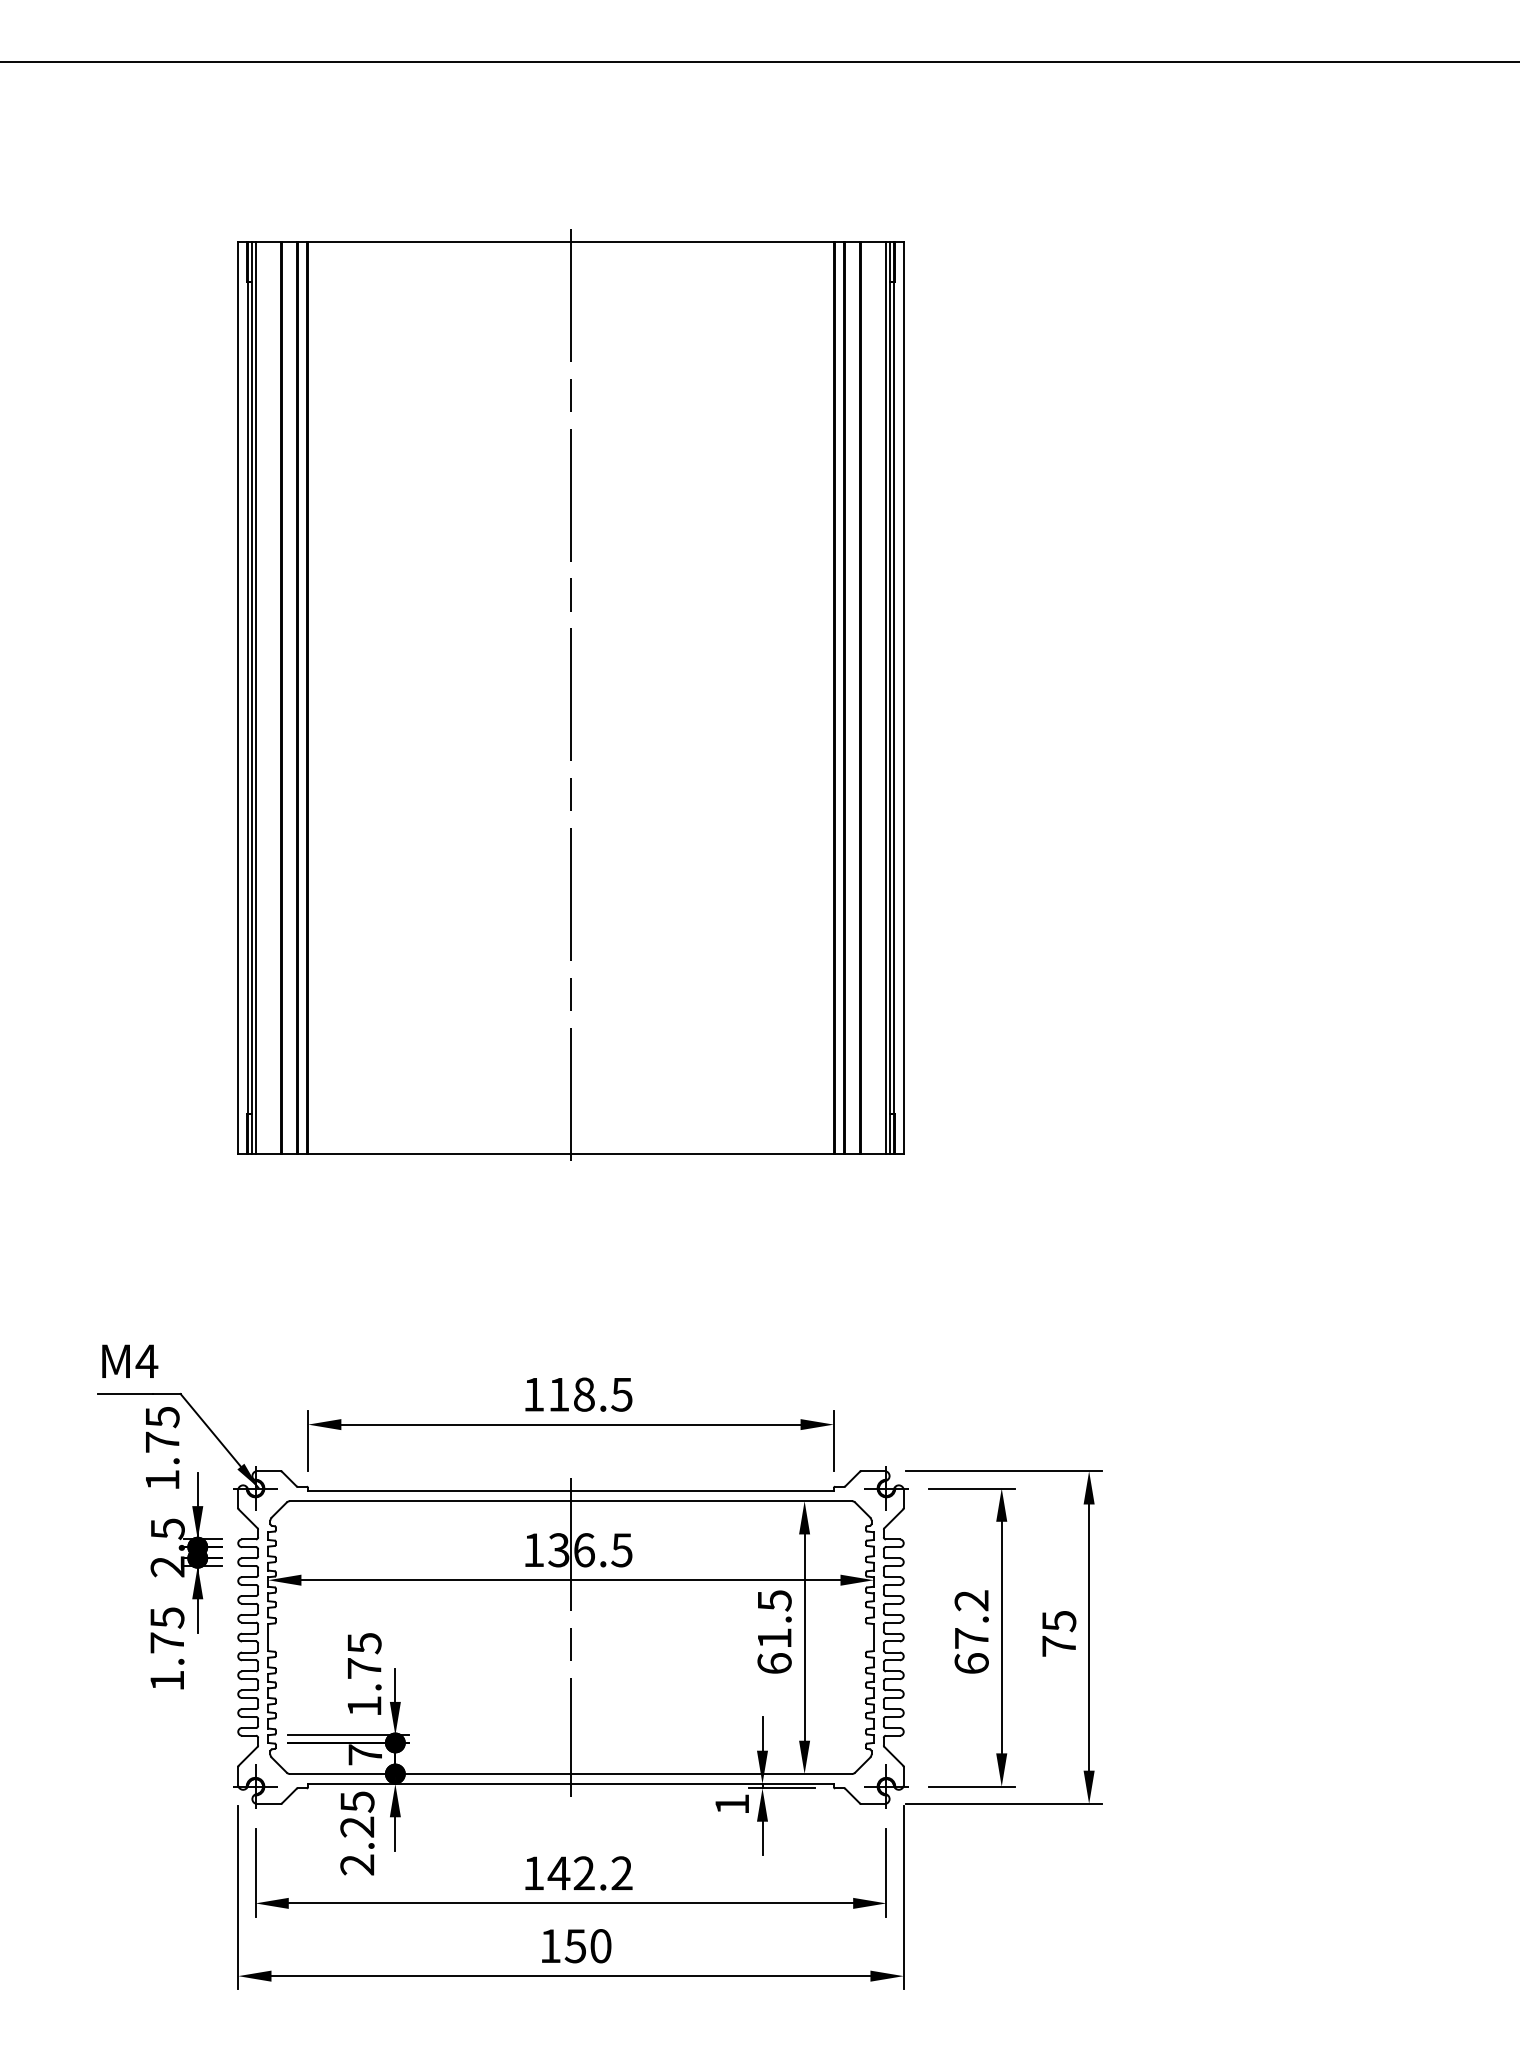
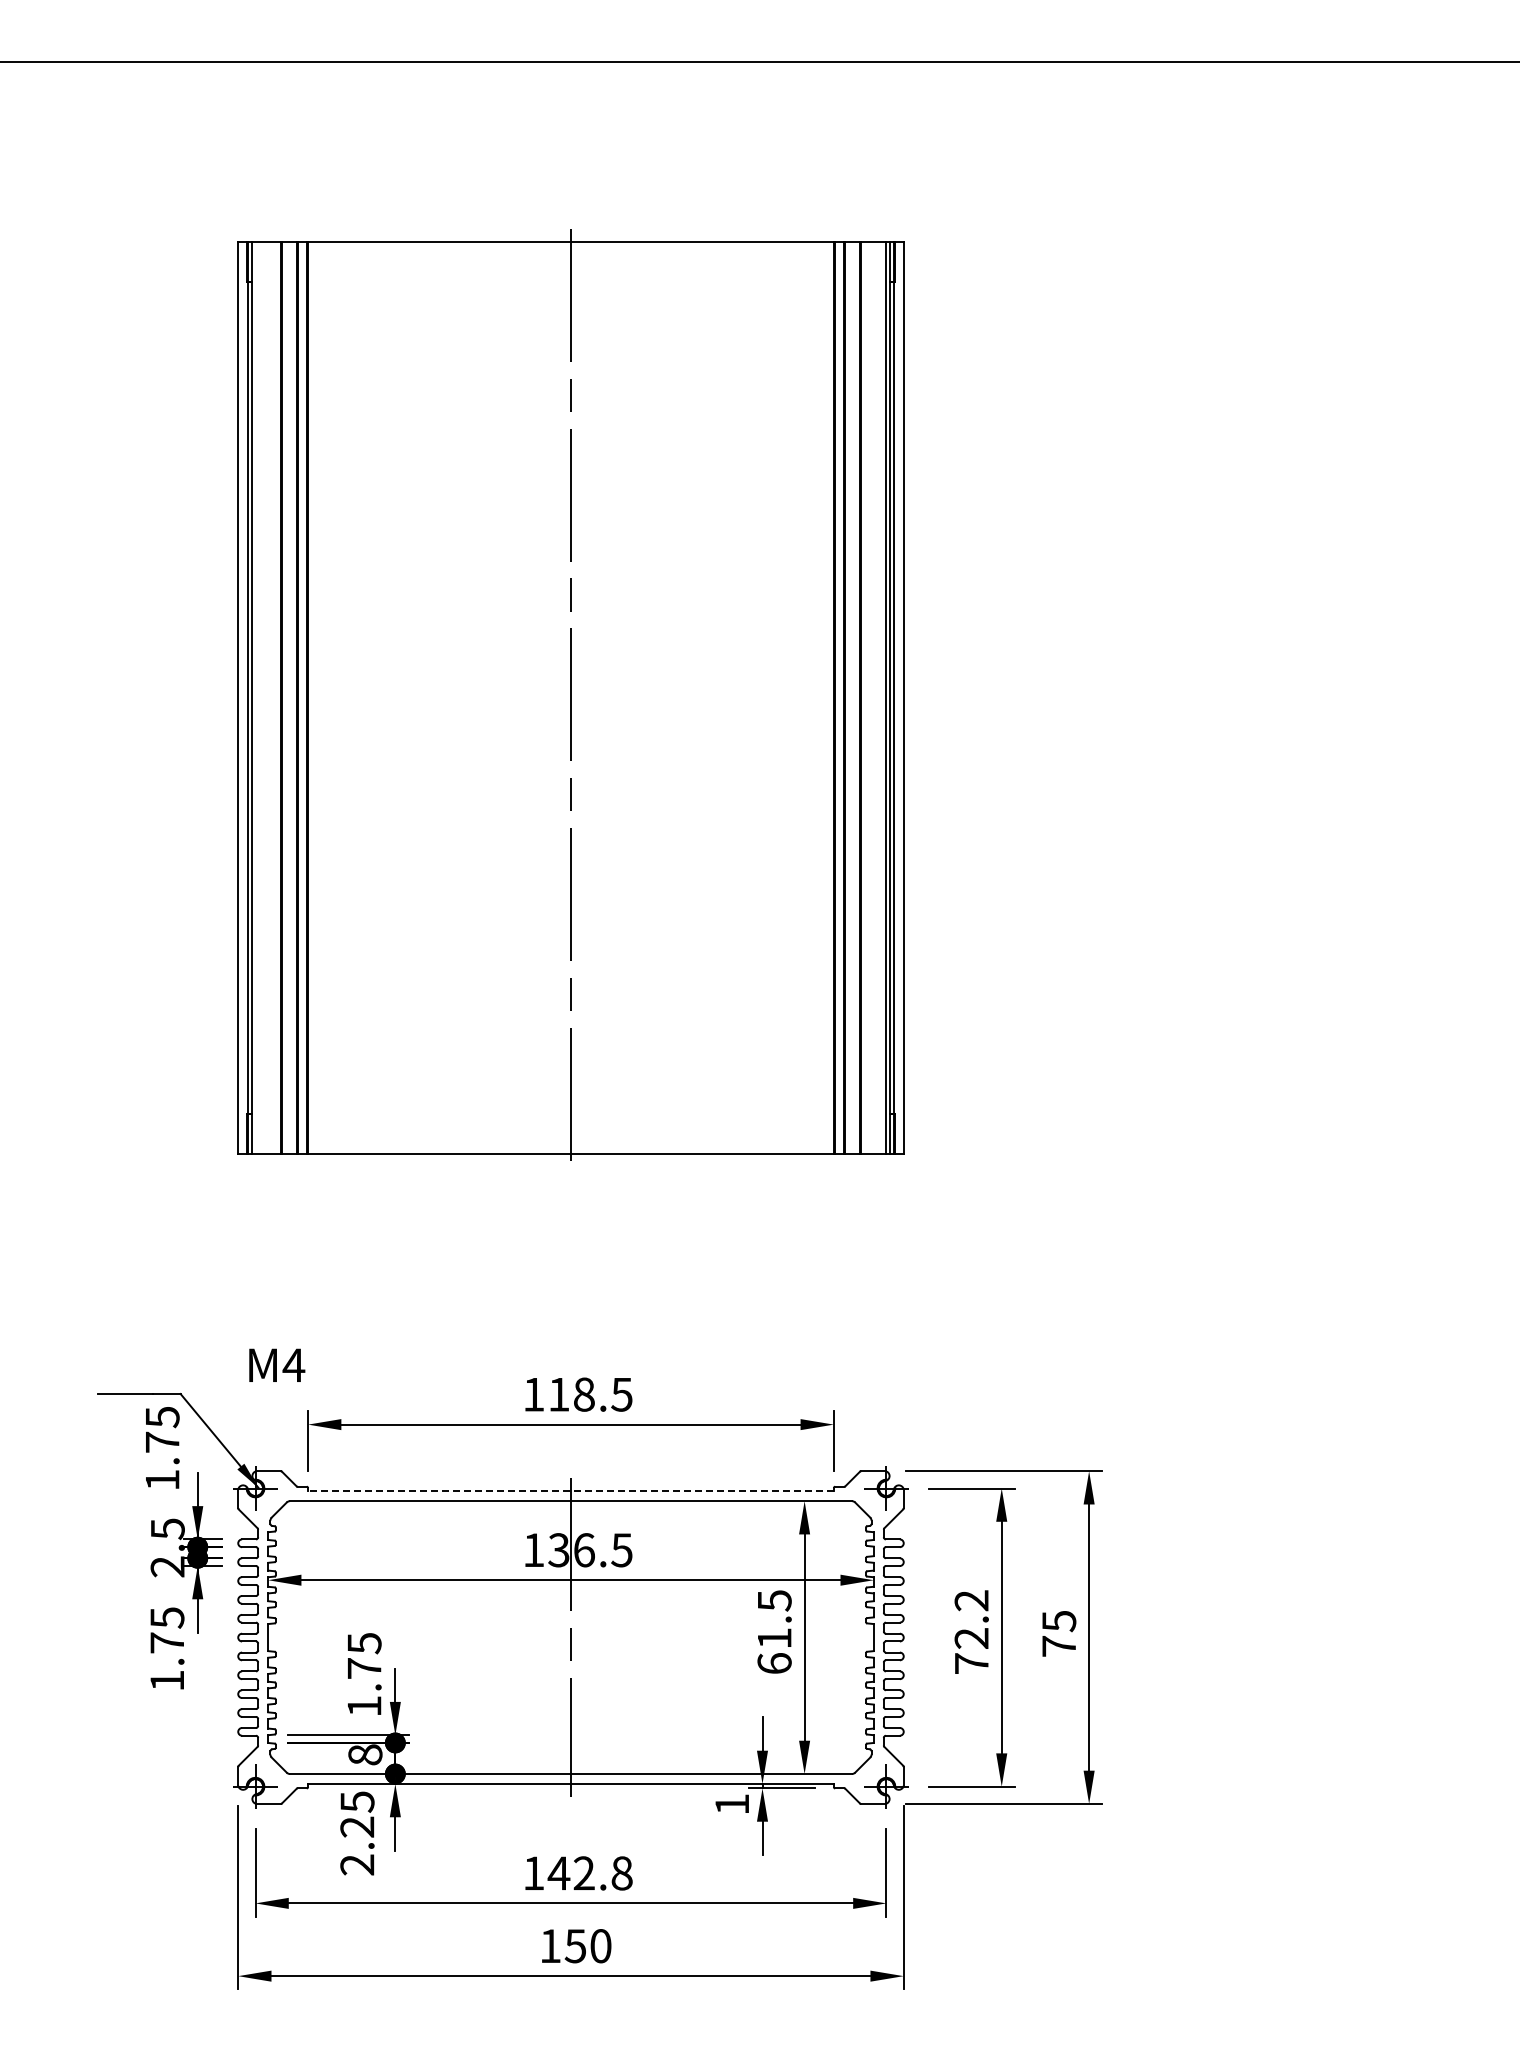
line at (256, 698): present -> none
text at (130, 1360) position: (130, 1360) -> (277, 1364)
line at (570, 1491): solid -> dashed
text at (971, 1650): 67.2 -> 72.2
text at (365, 1754): 7 -> 8
text at (621, 1873): 142.2 -> 142.8
